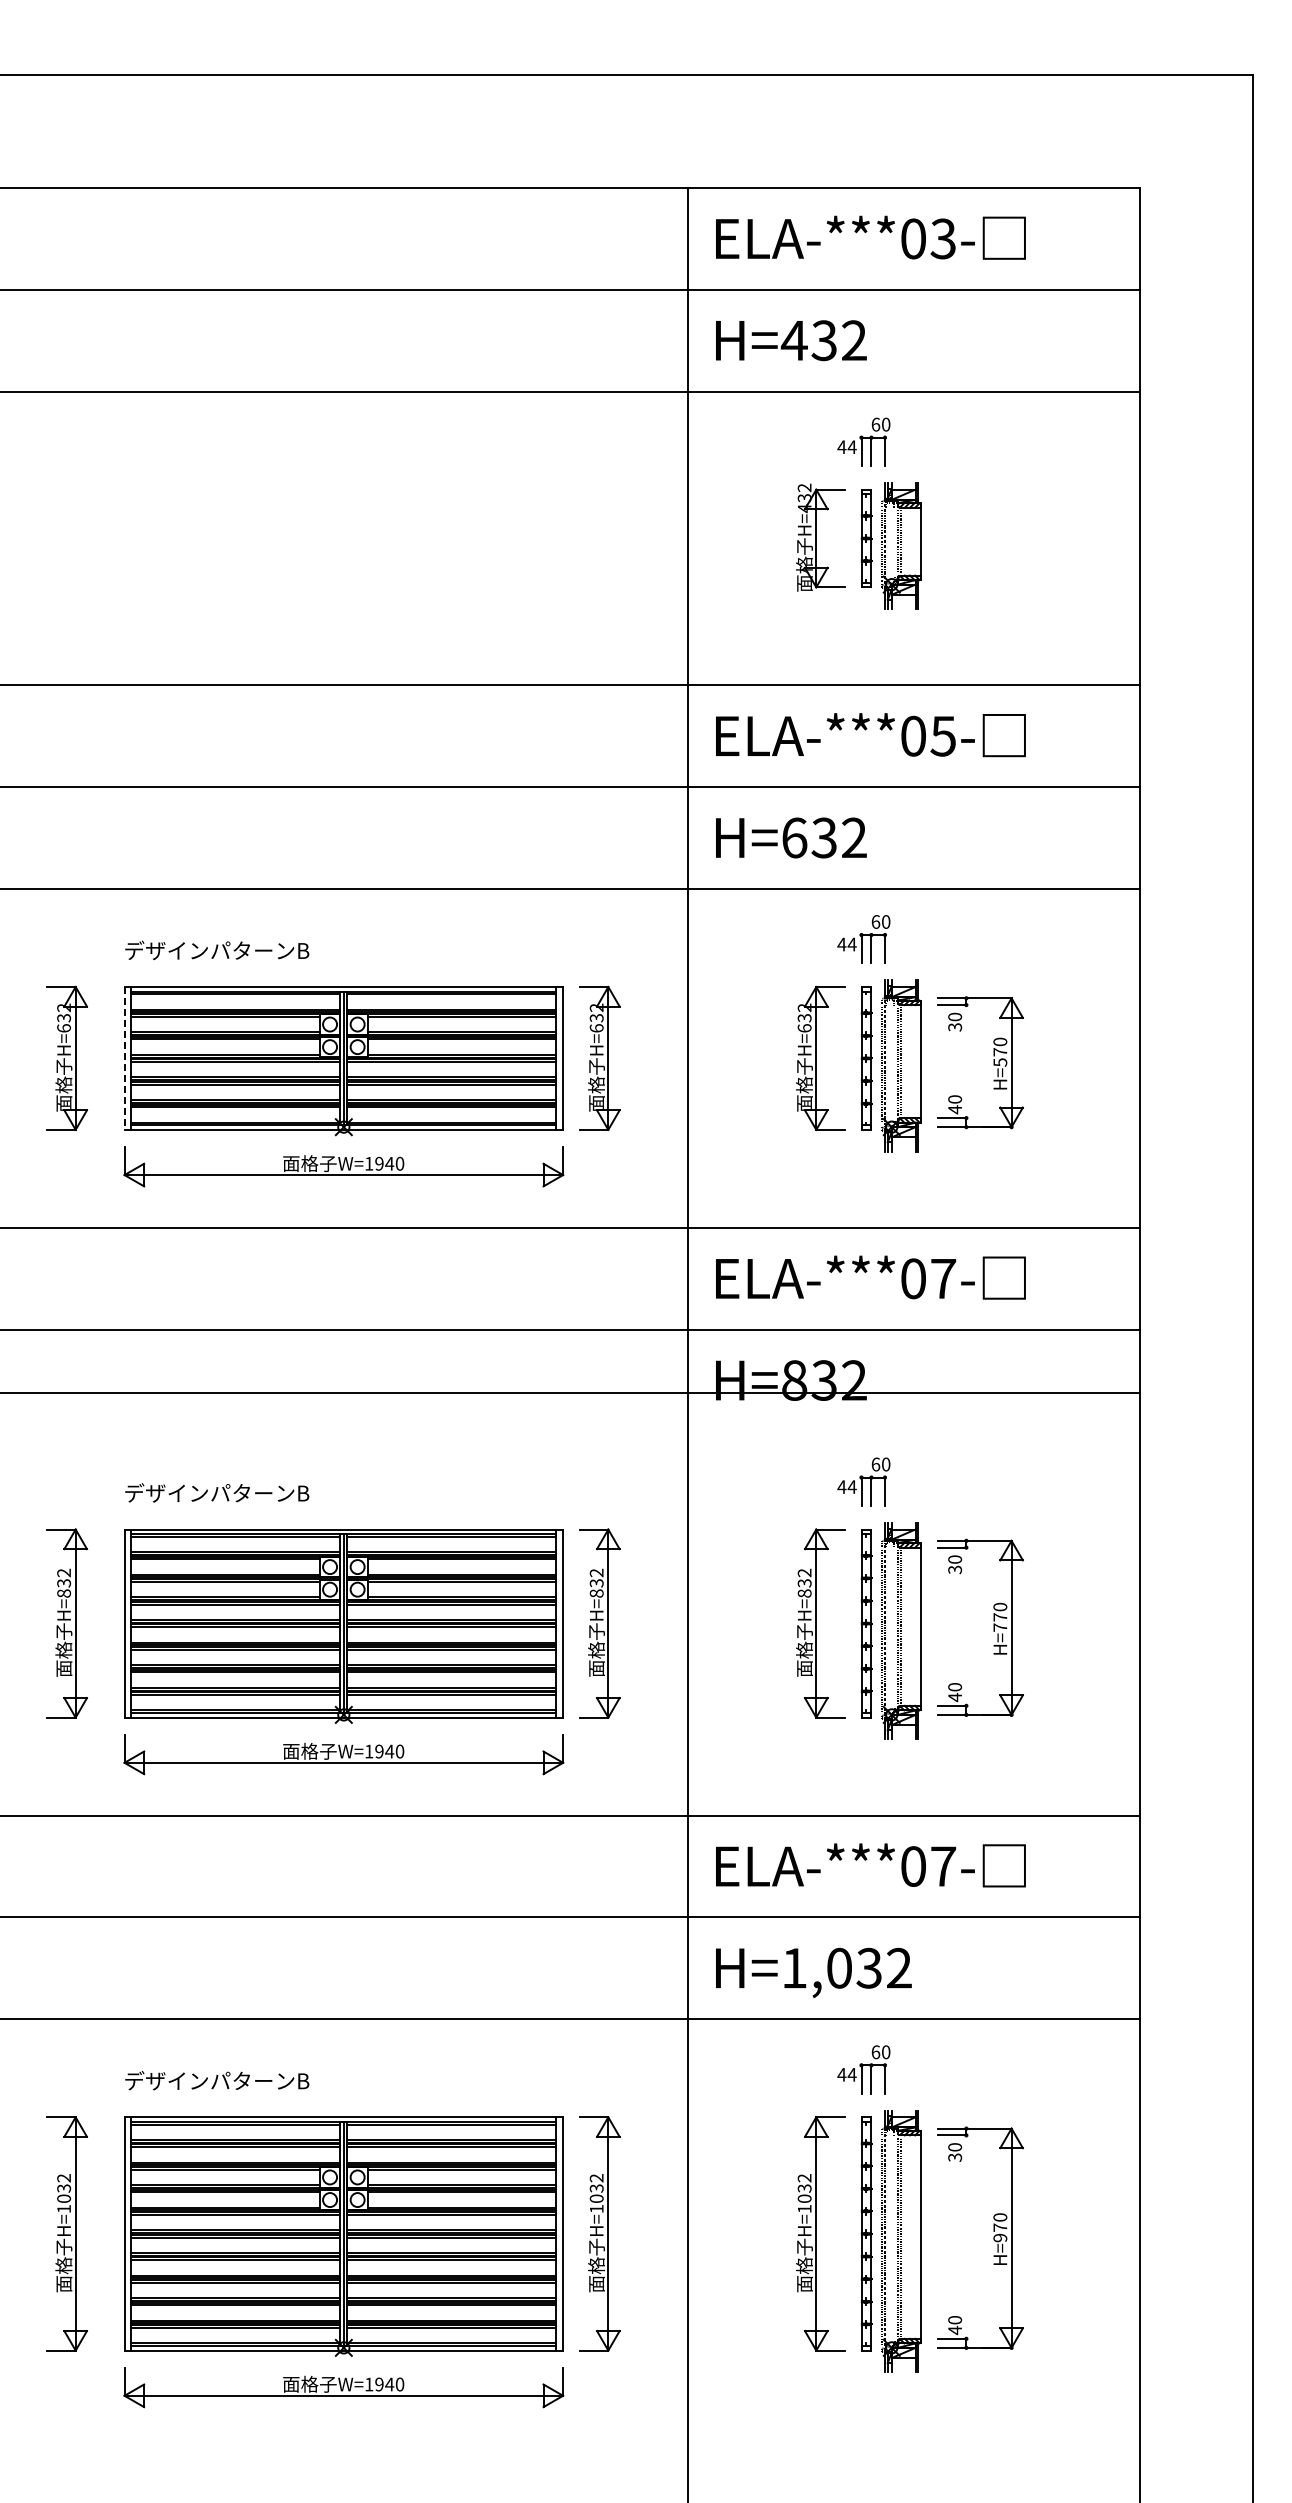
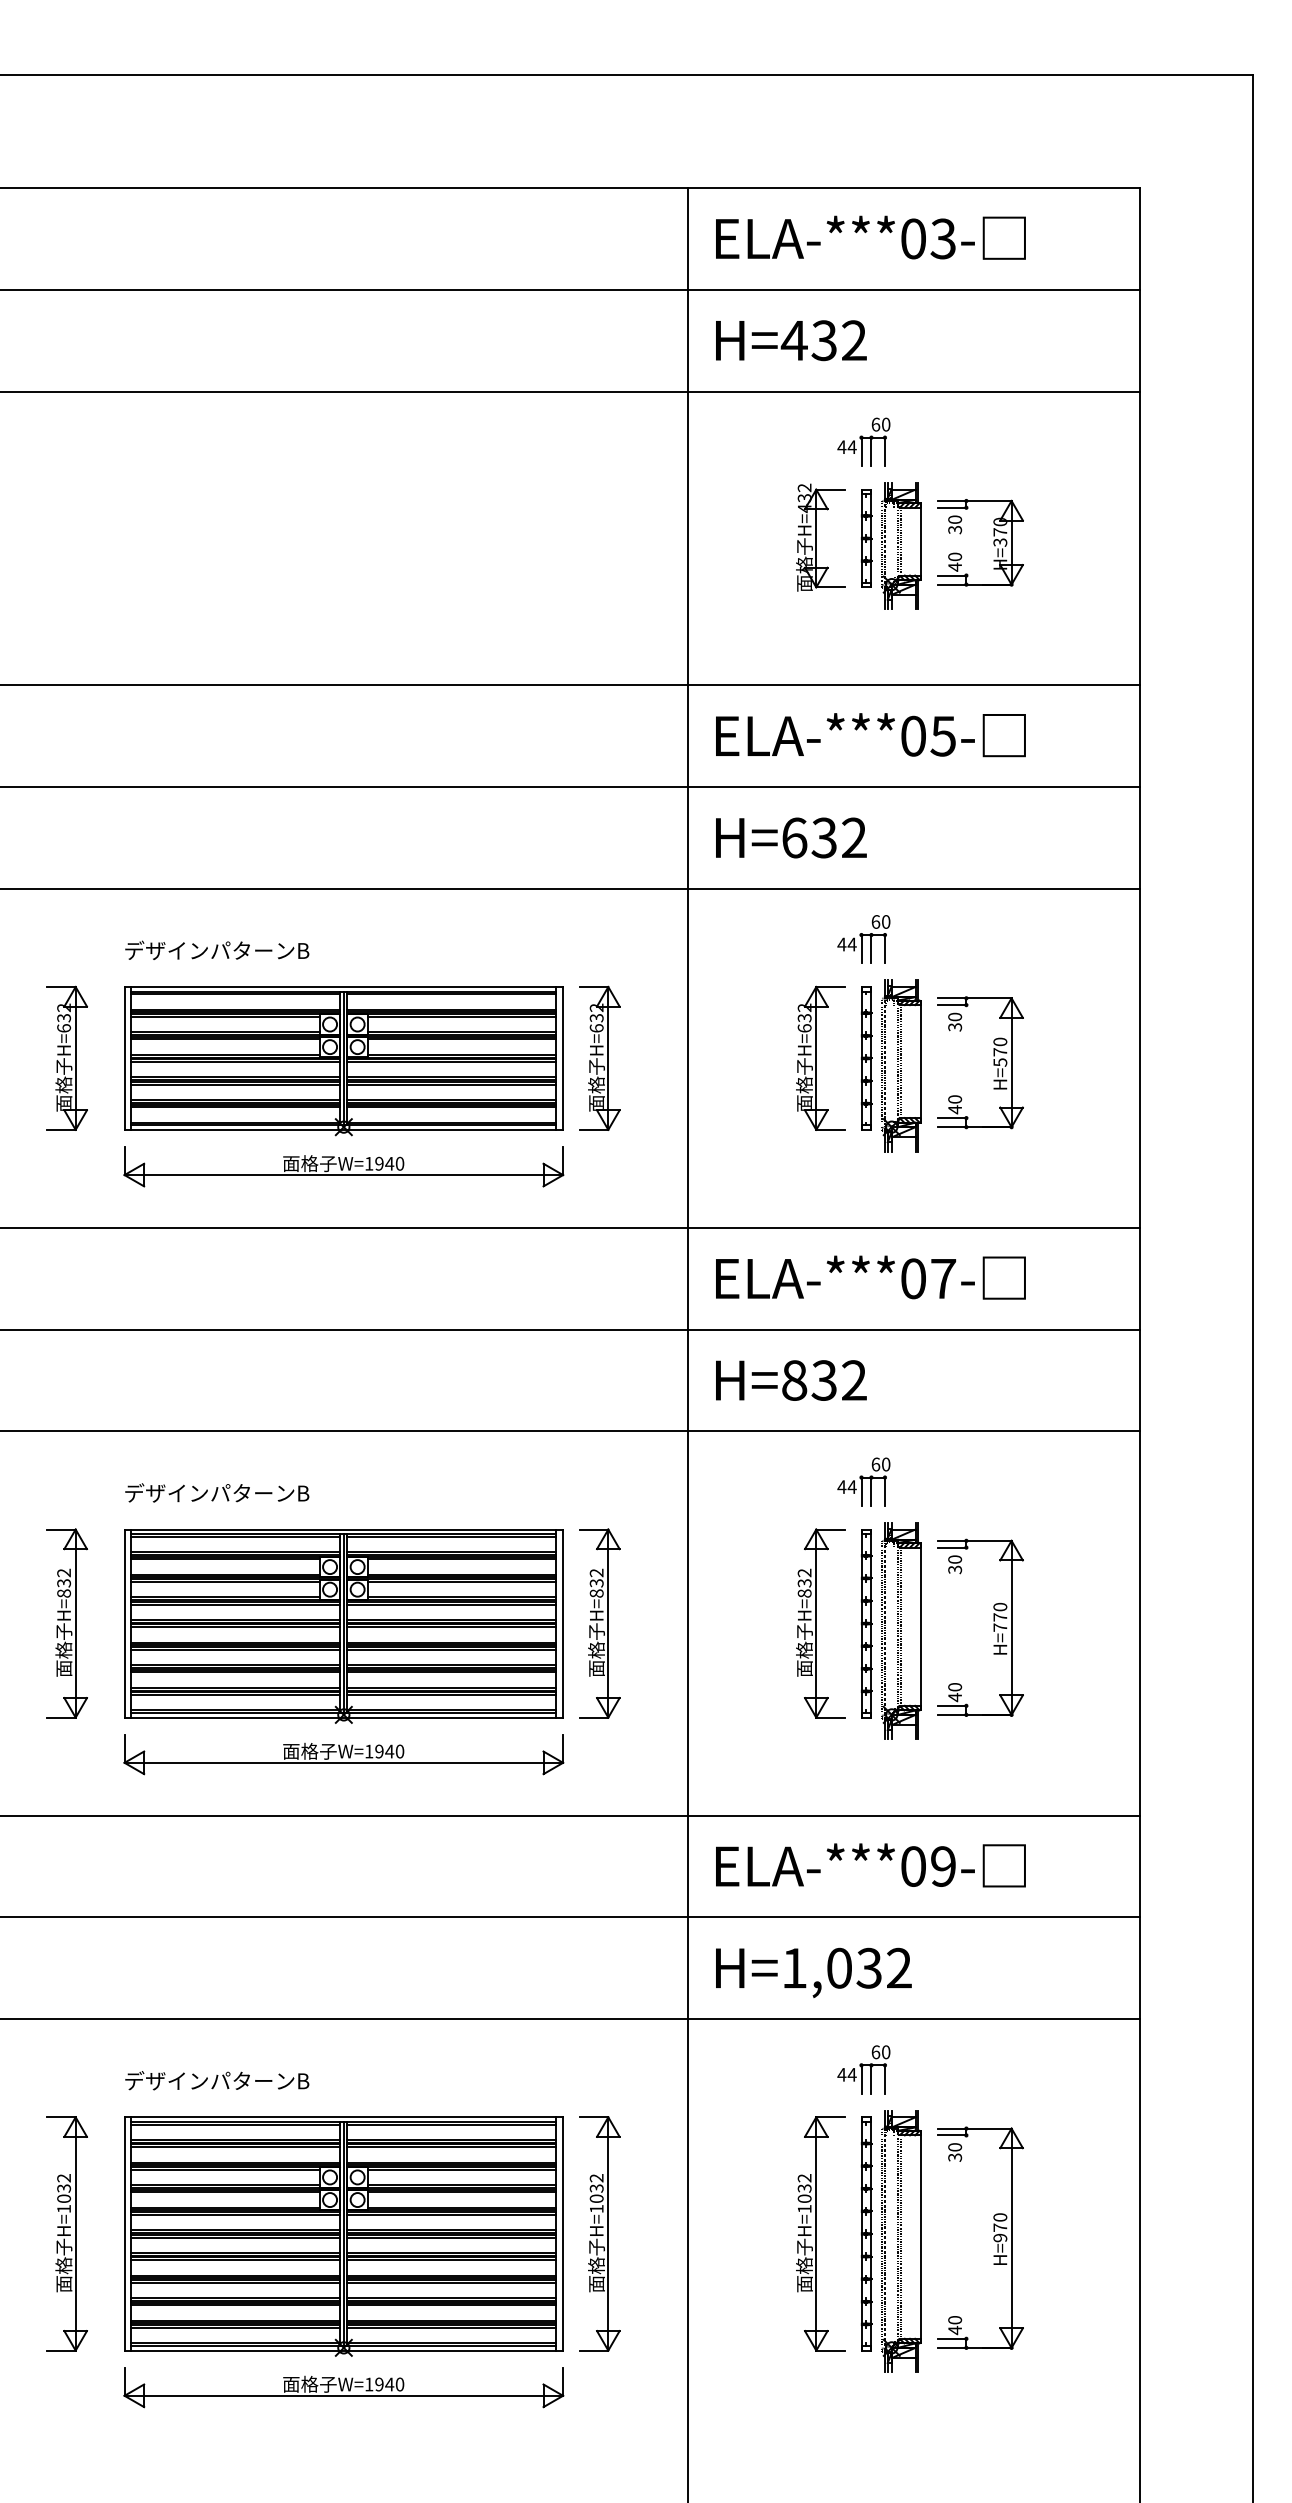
part at (993, 542): none -> present
line at (124, 1058): dashed -> solid
line at (571, 1393) position: (571, 1393) -> (571, 1431)
text at (943, 1866): ELA-***07- -> ELA-***09-
